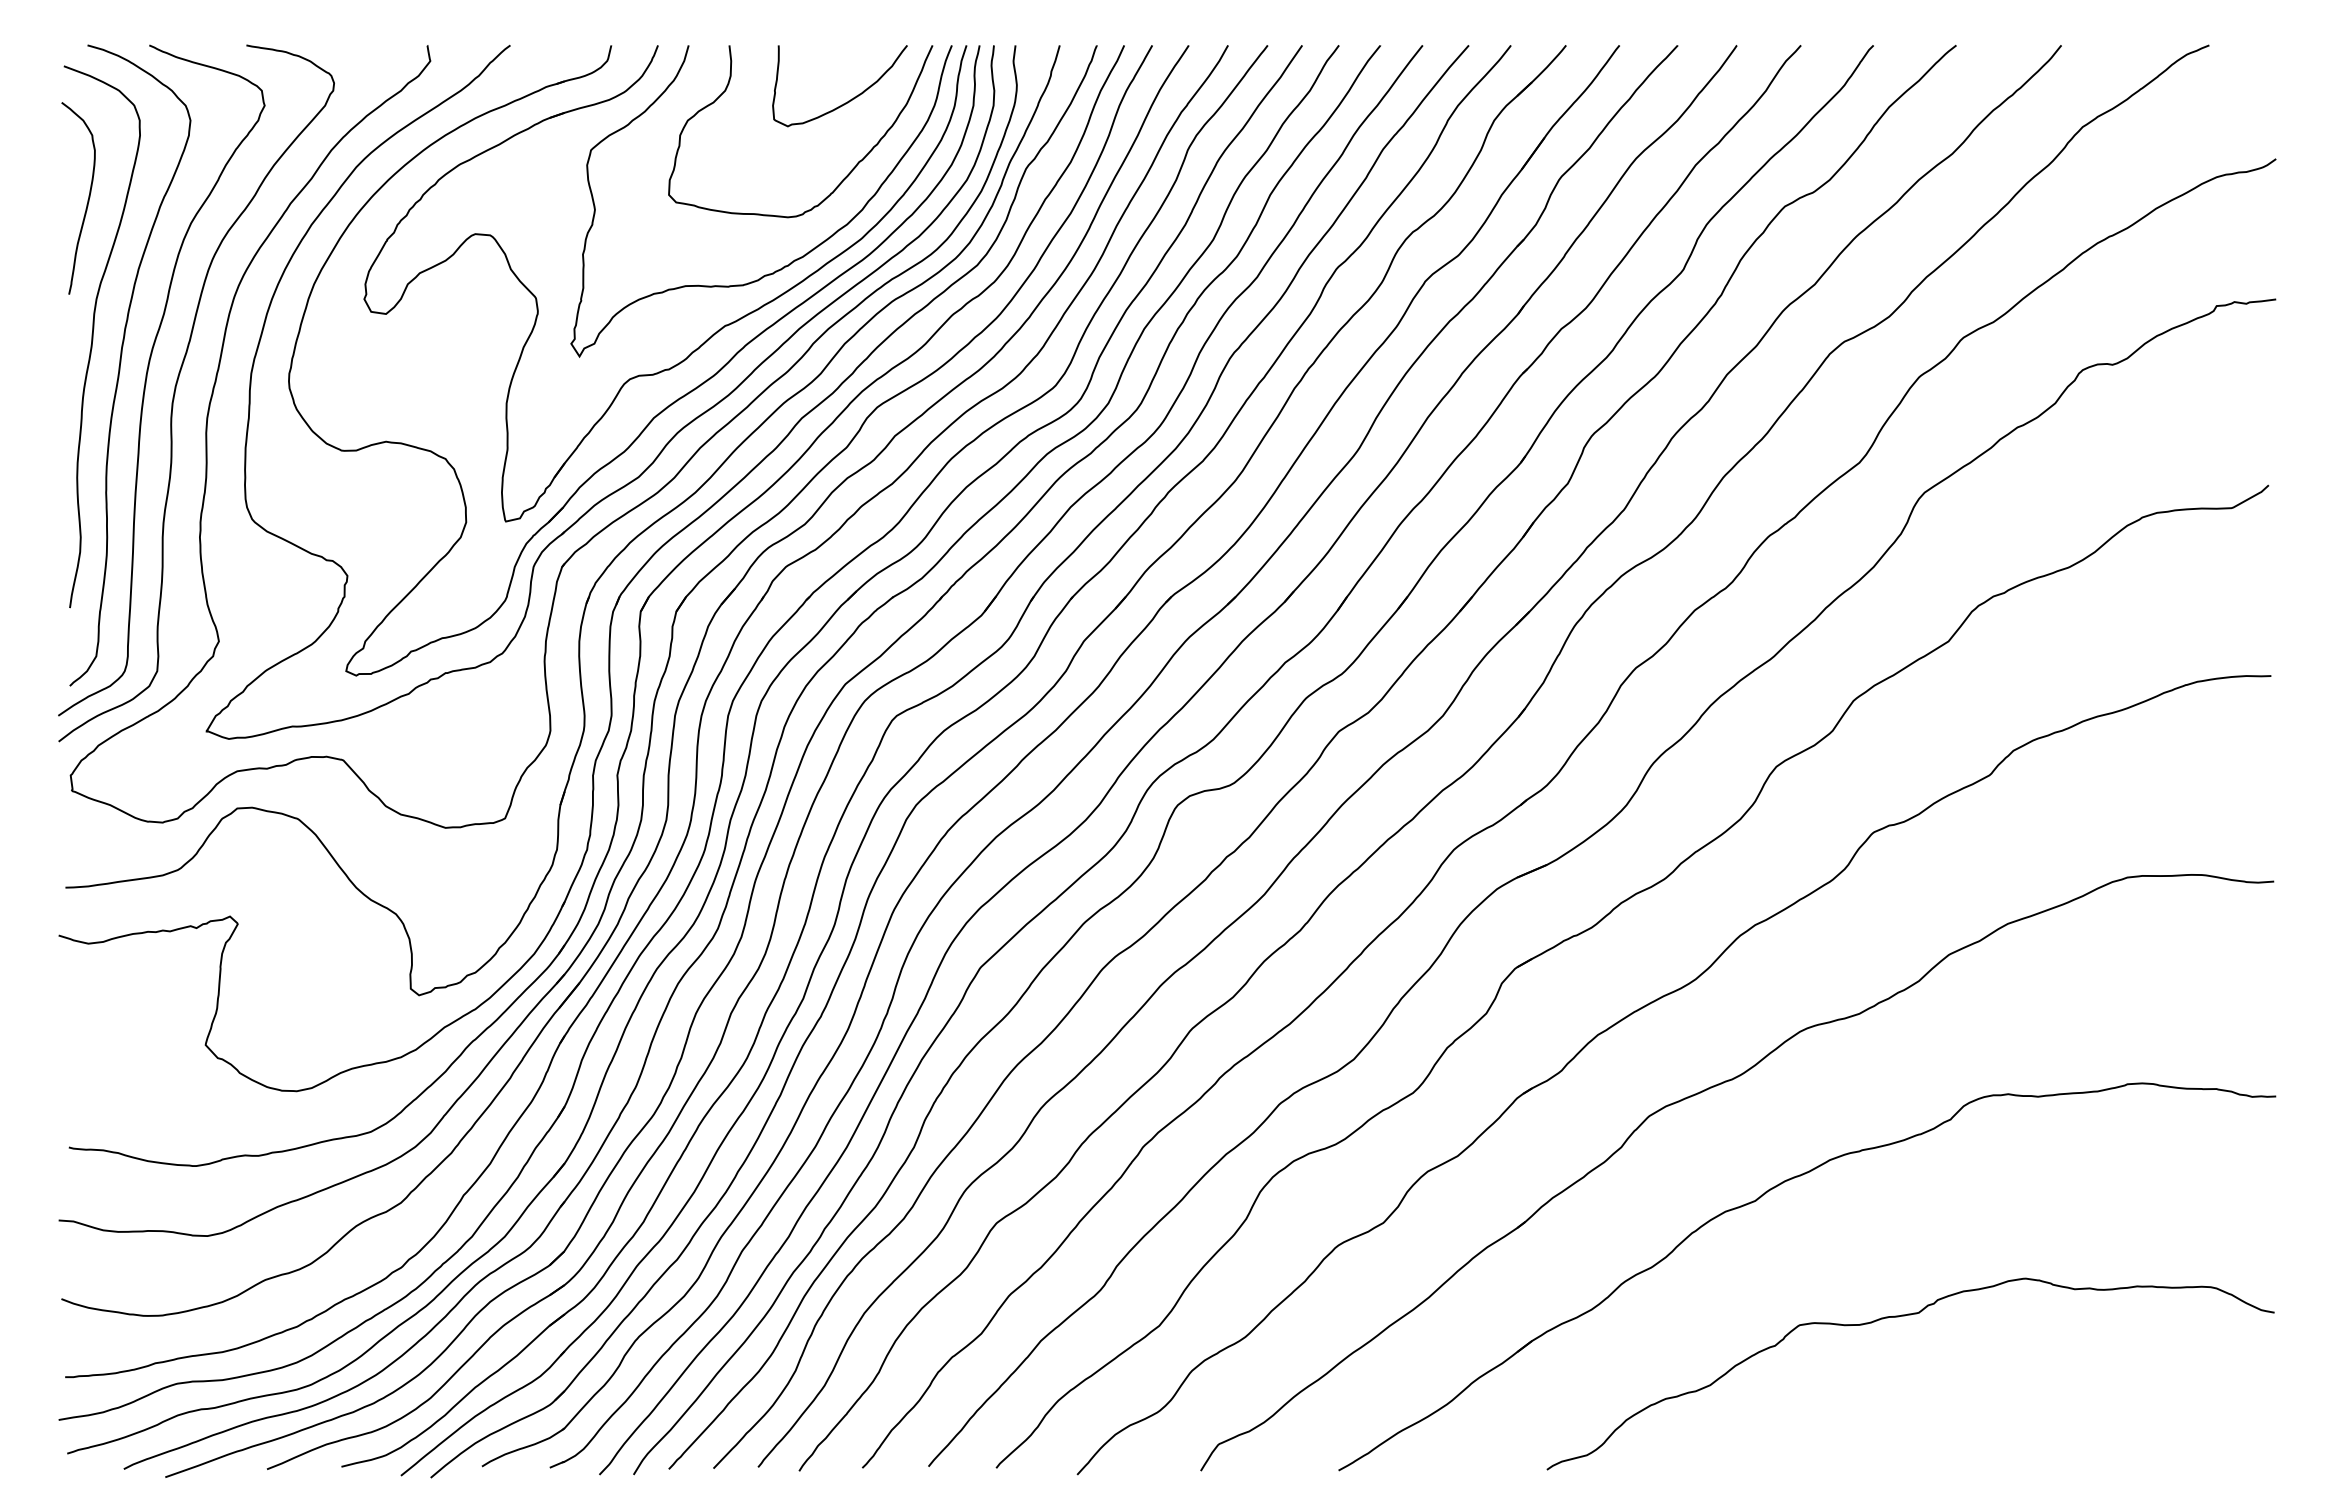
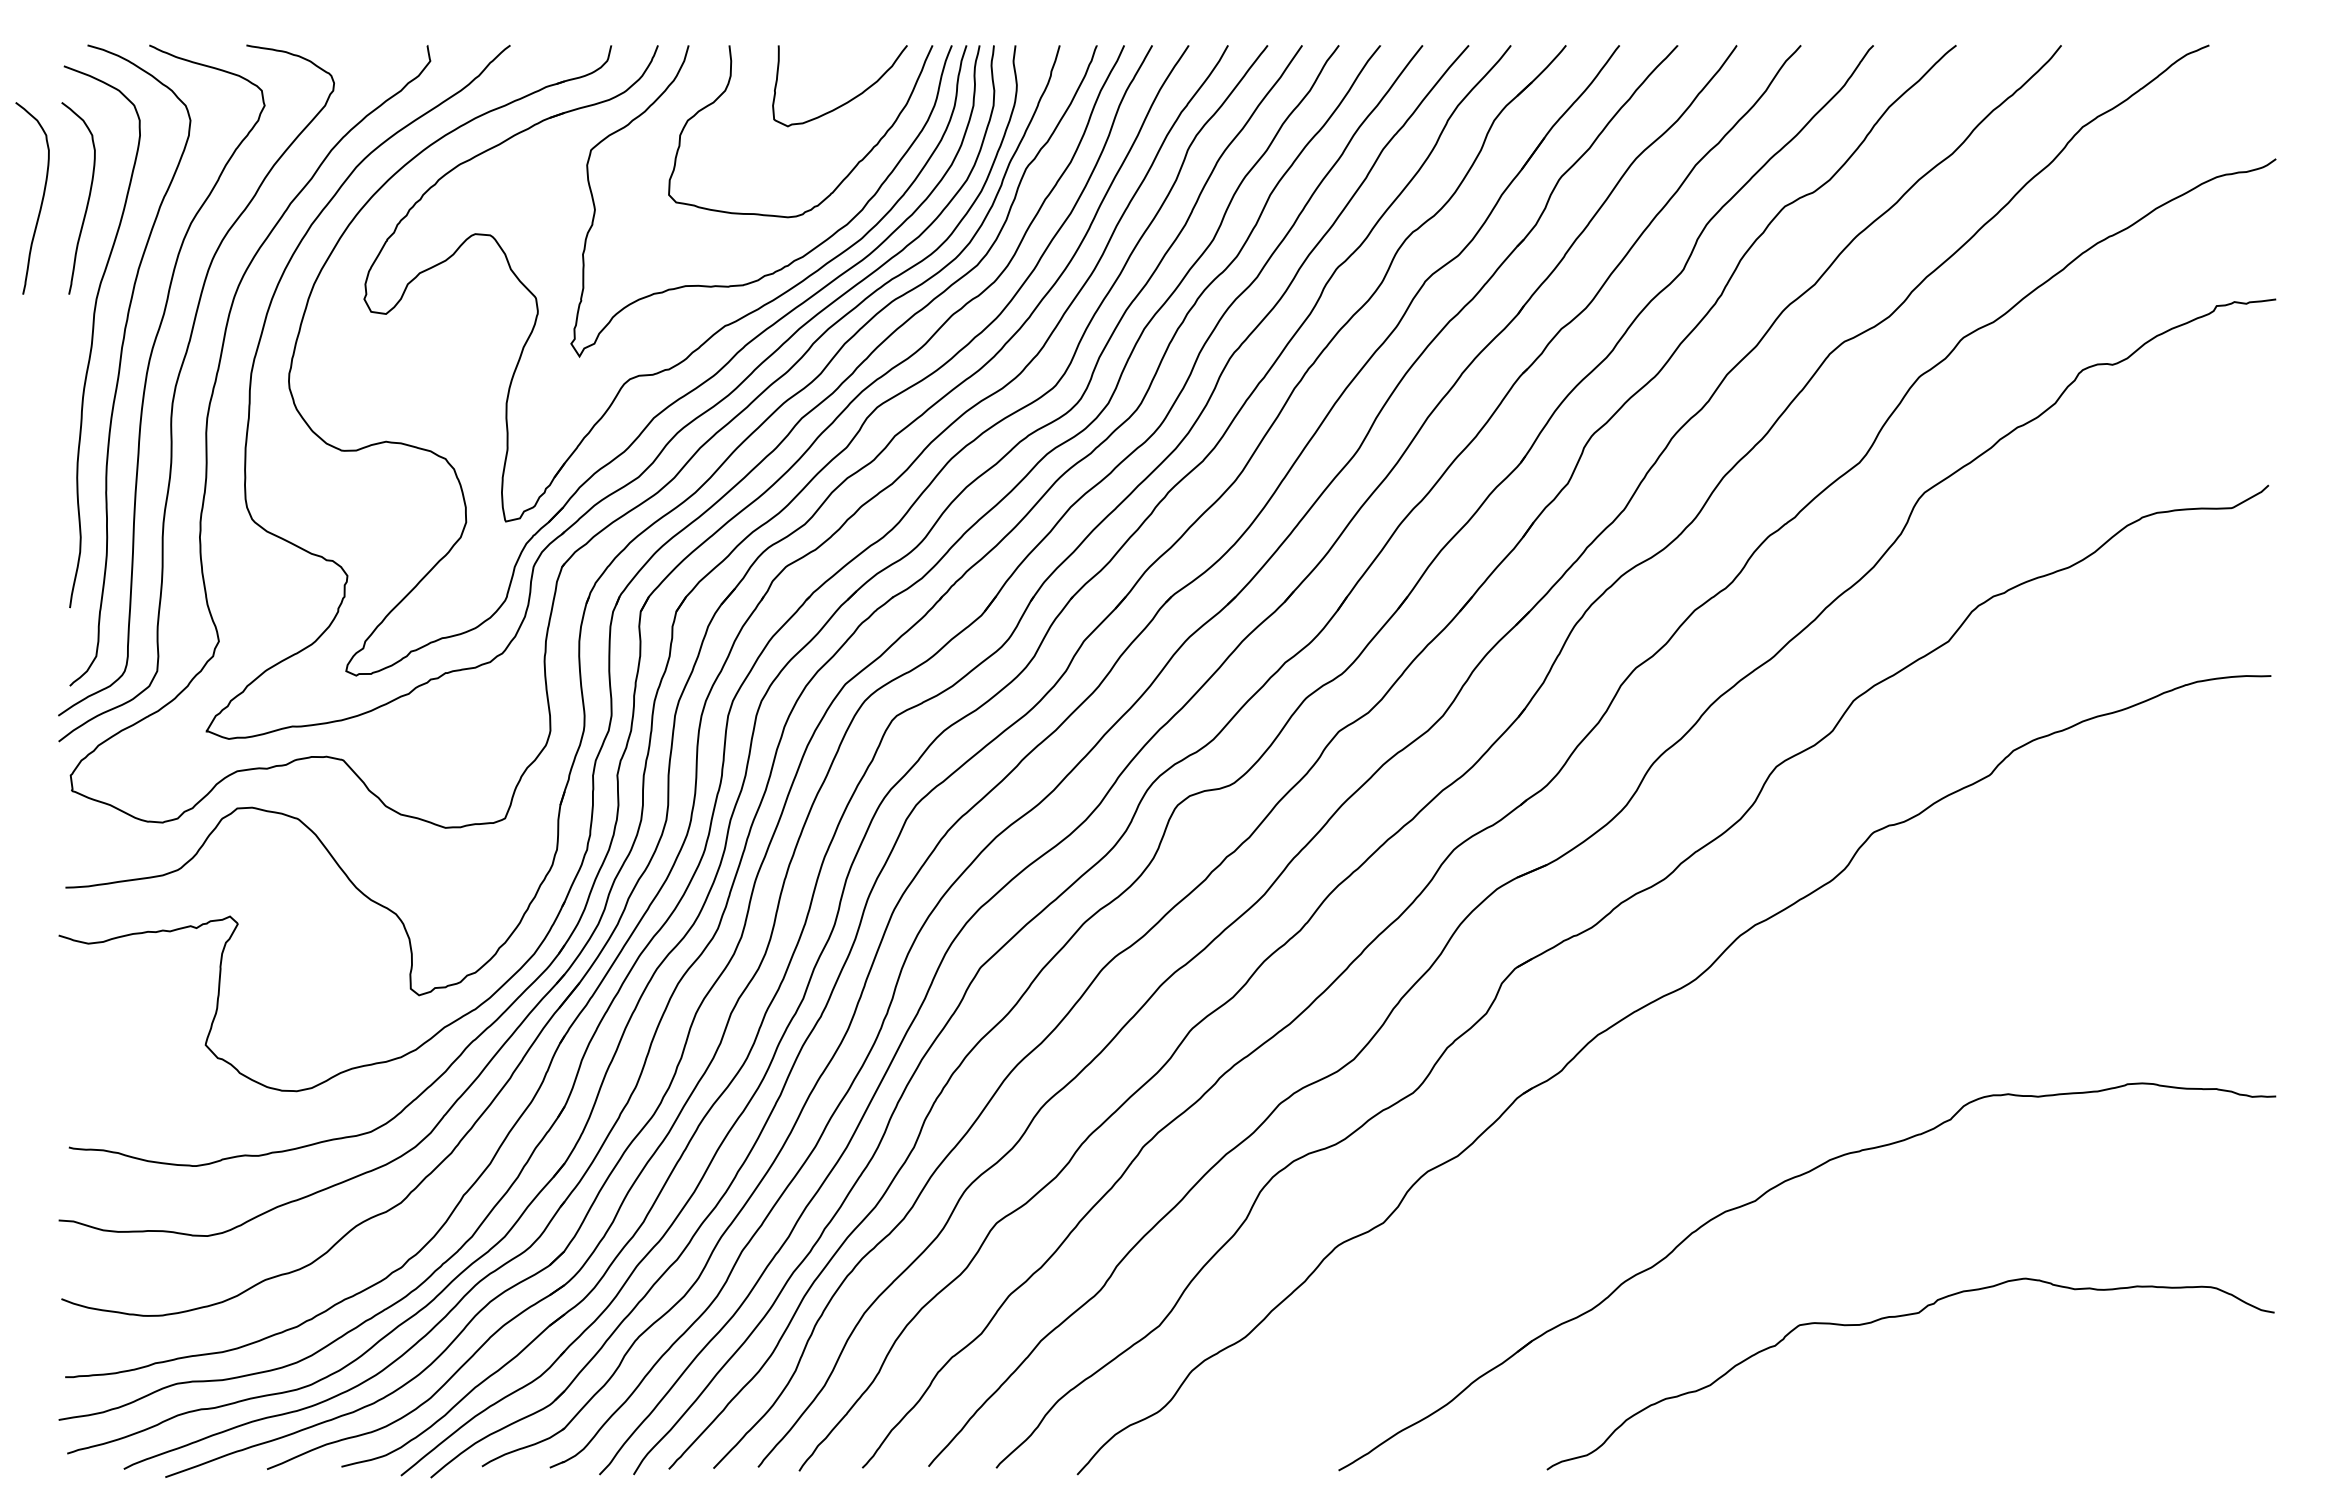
curve at (41, 199): none -> present
part at (1698, 1094): present -> none
